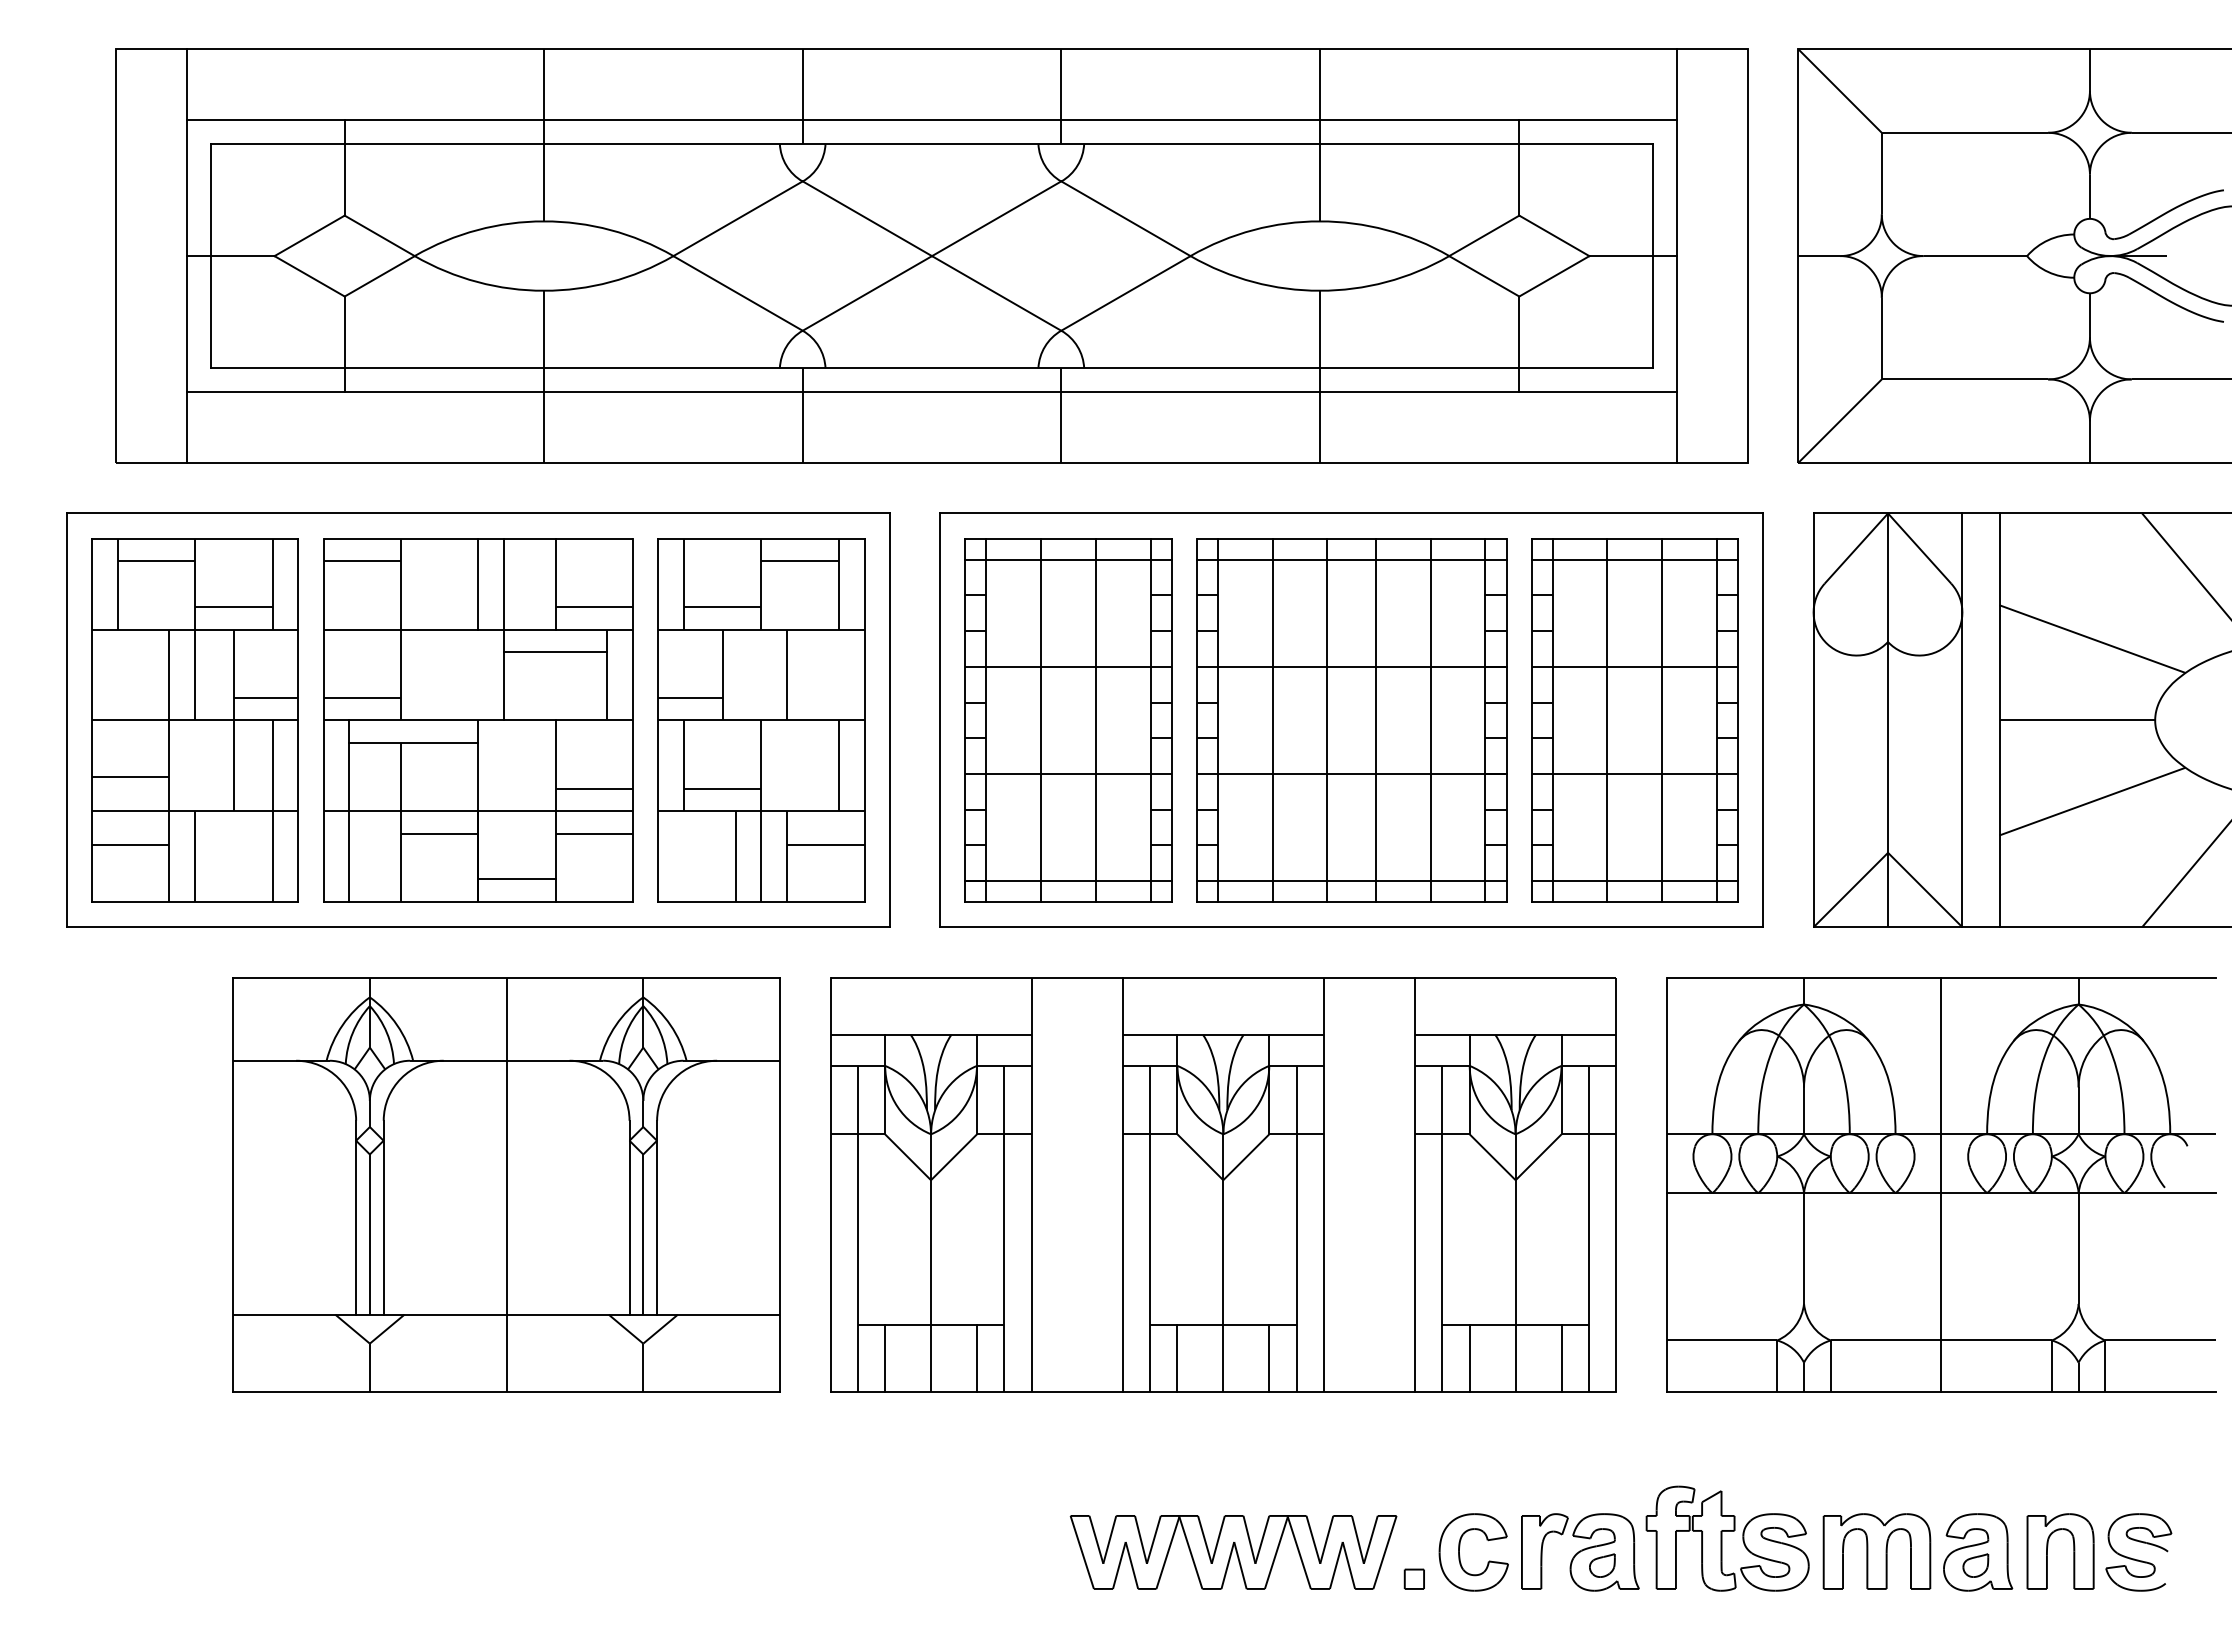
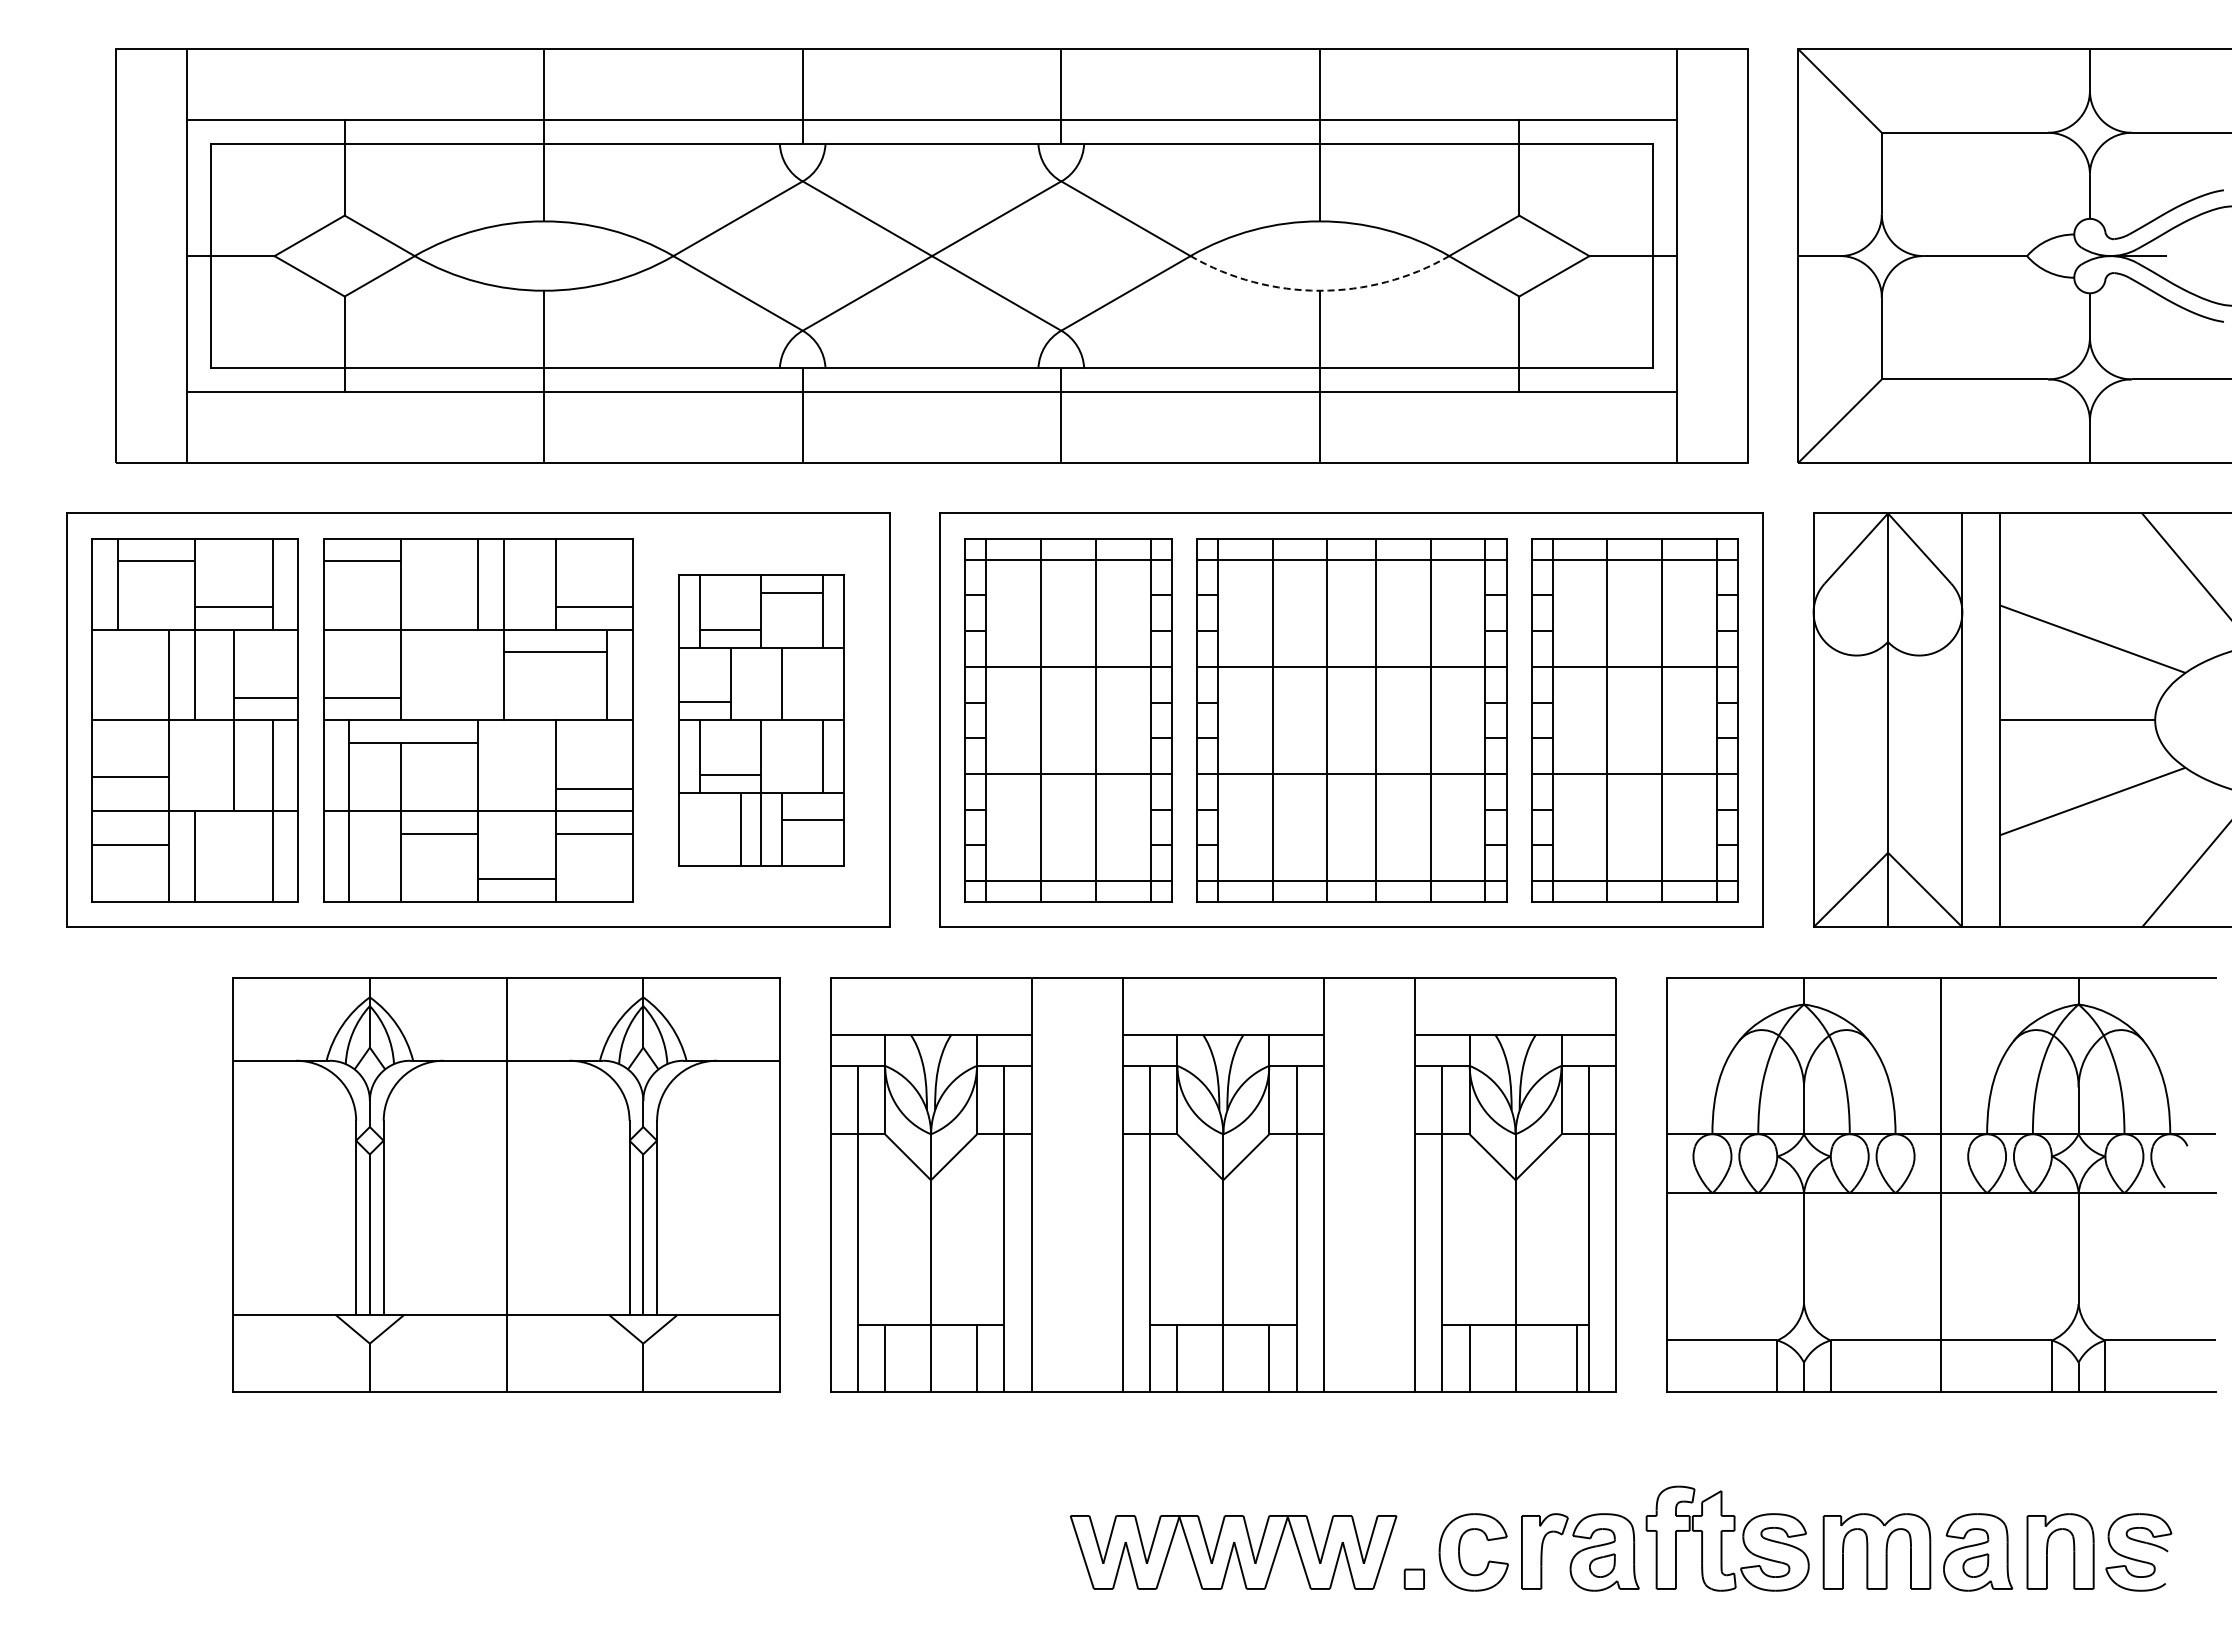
arc at (1319, 290): solid -> dashed
part at (761, 720) size: 209x365 px -> 167x293 px
line at (1561, 1358) position: (1561, 1358) -> (1576, 1358)
